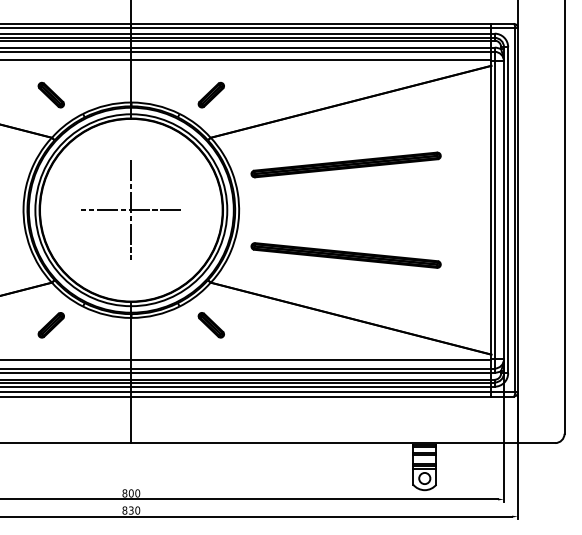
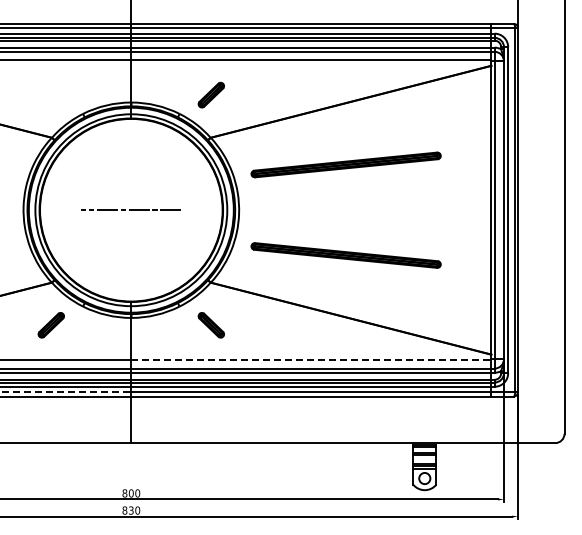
part at (50, 94): present -> none
line at (131, 210): present -> none
line at (311, 360): solid -> dashed
line at (66, 392): solid -> dashed
